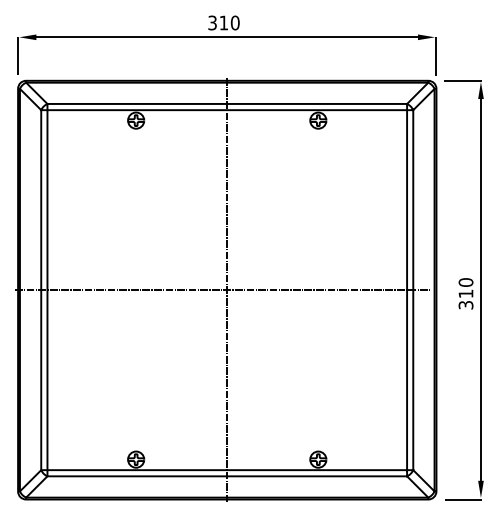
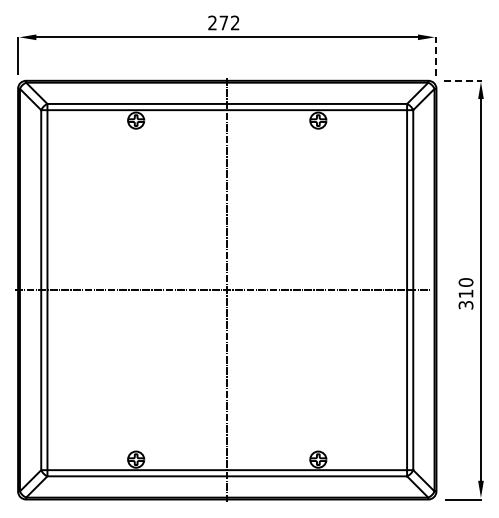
text at (223, 22): 310 -> 272
line at (436, 56): solid -> dashed
line at (463, 80): solid -> dashed
